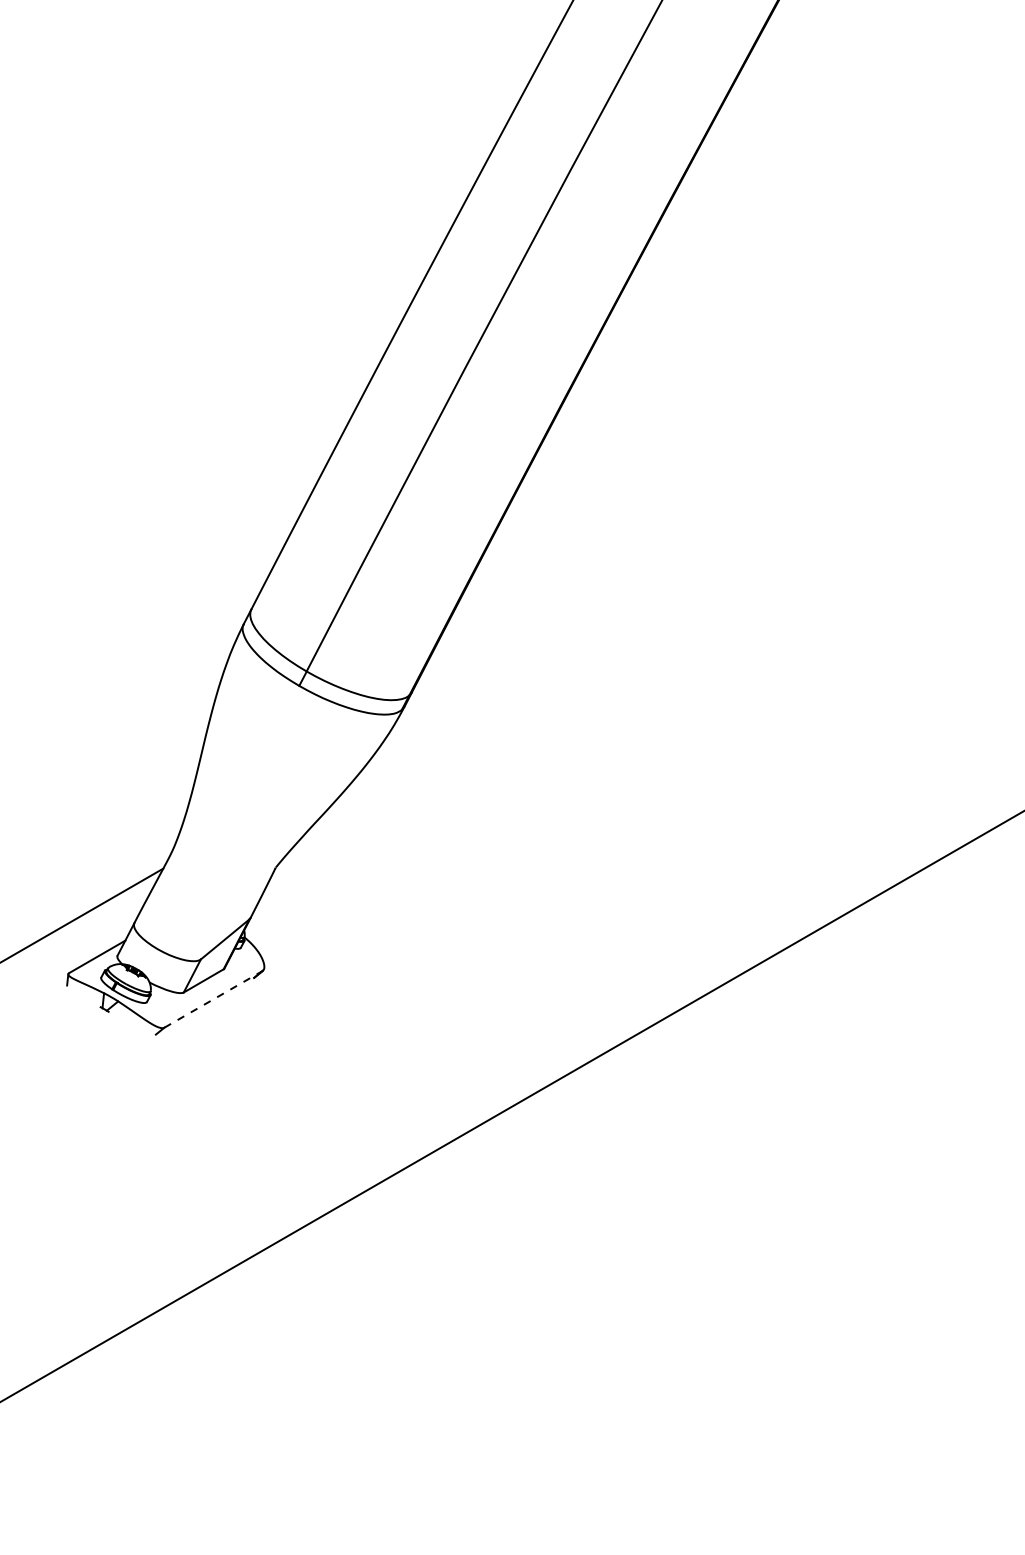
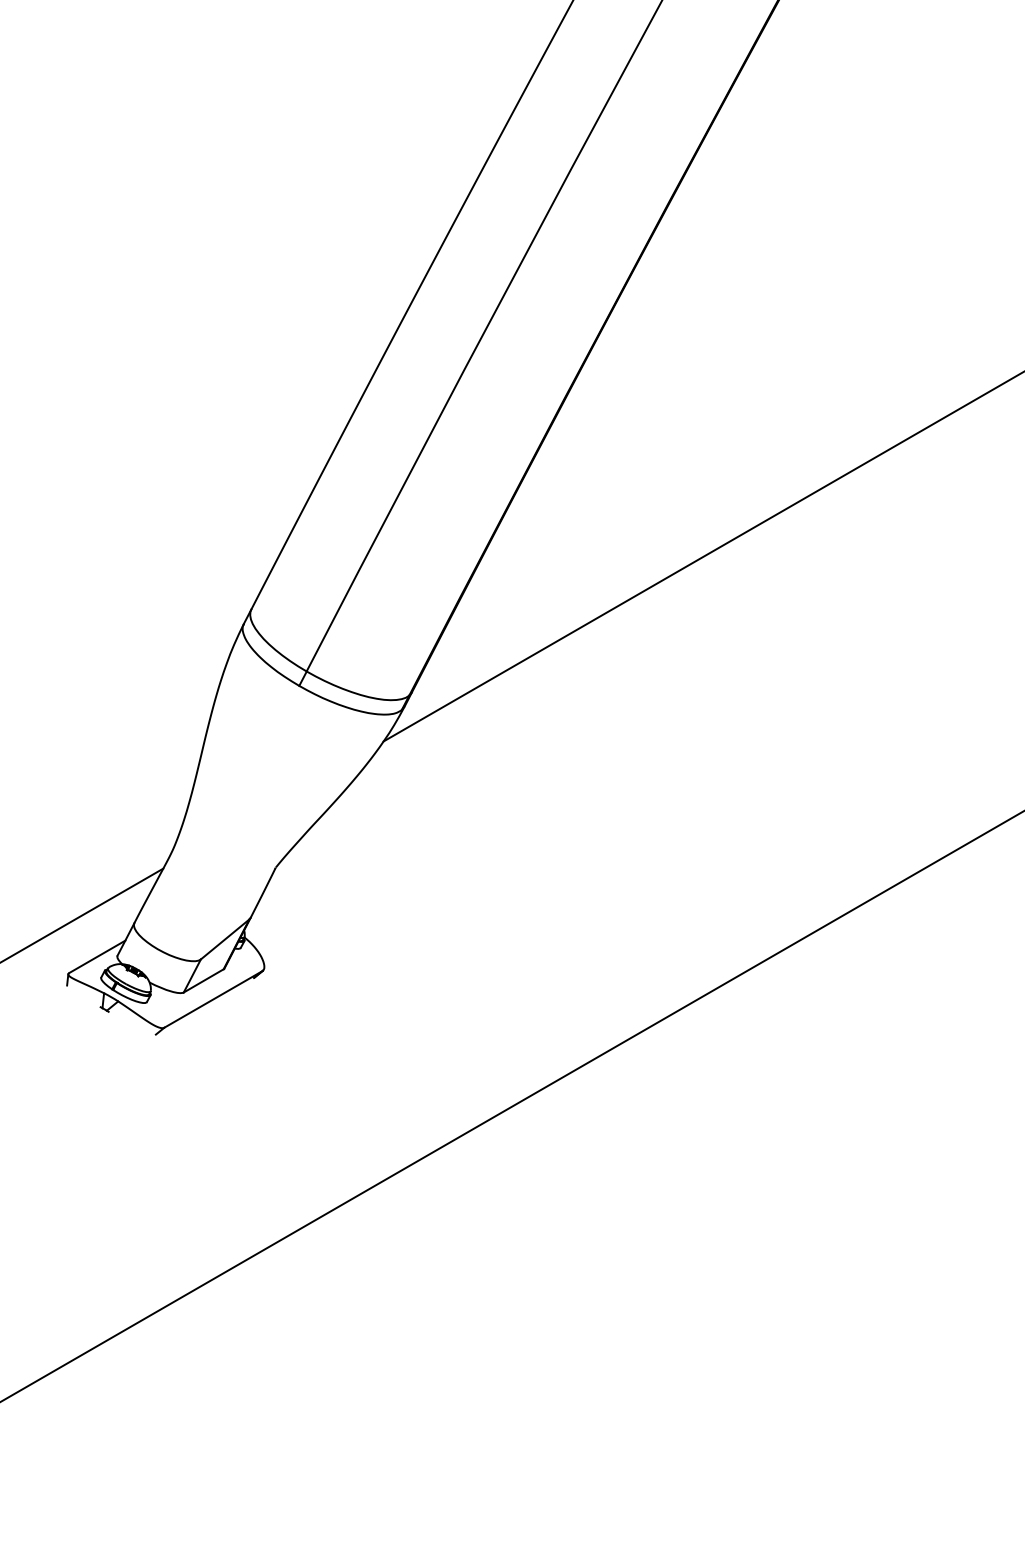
line at (702, 557): none -> present
line at (213, 999): dashed -> solid
